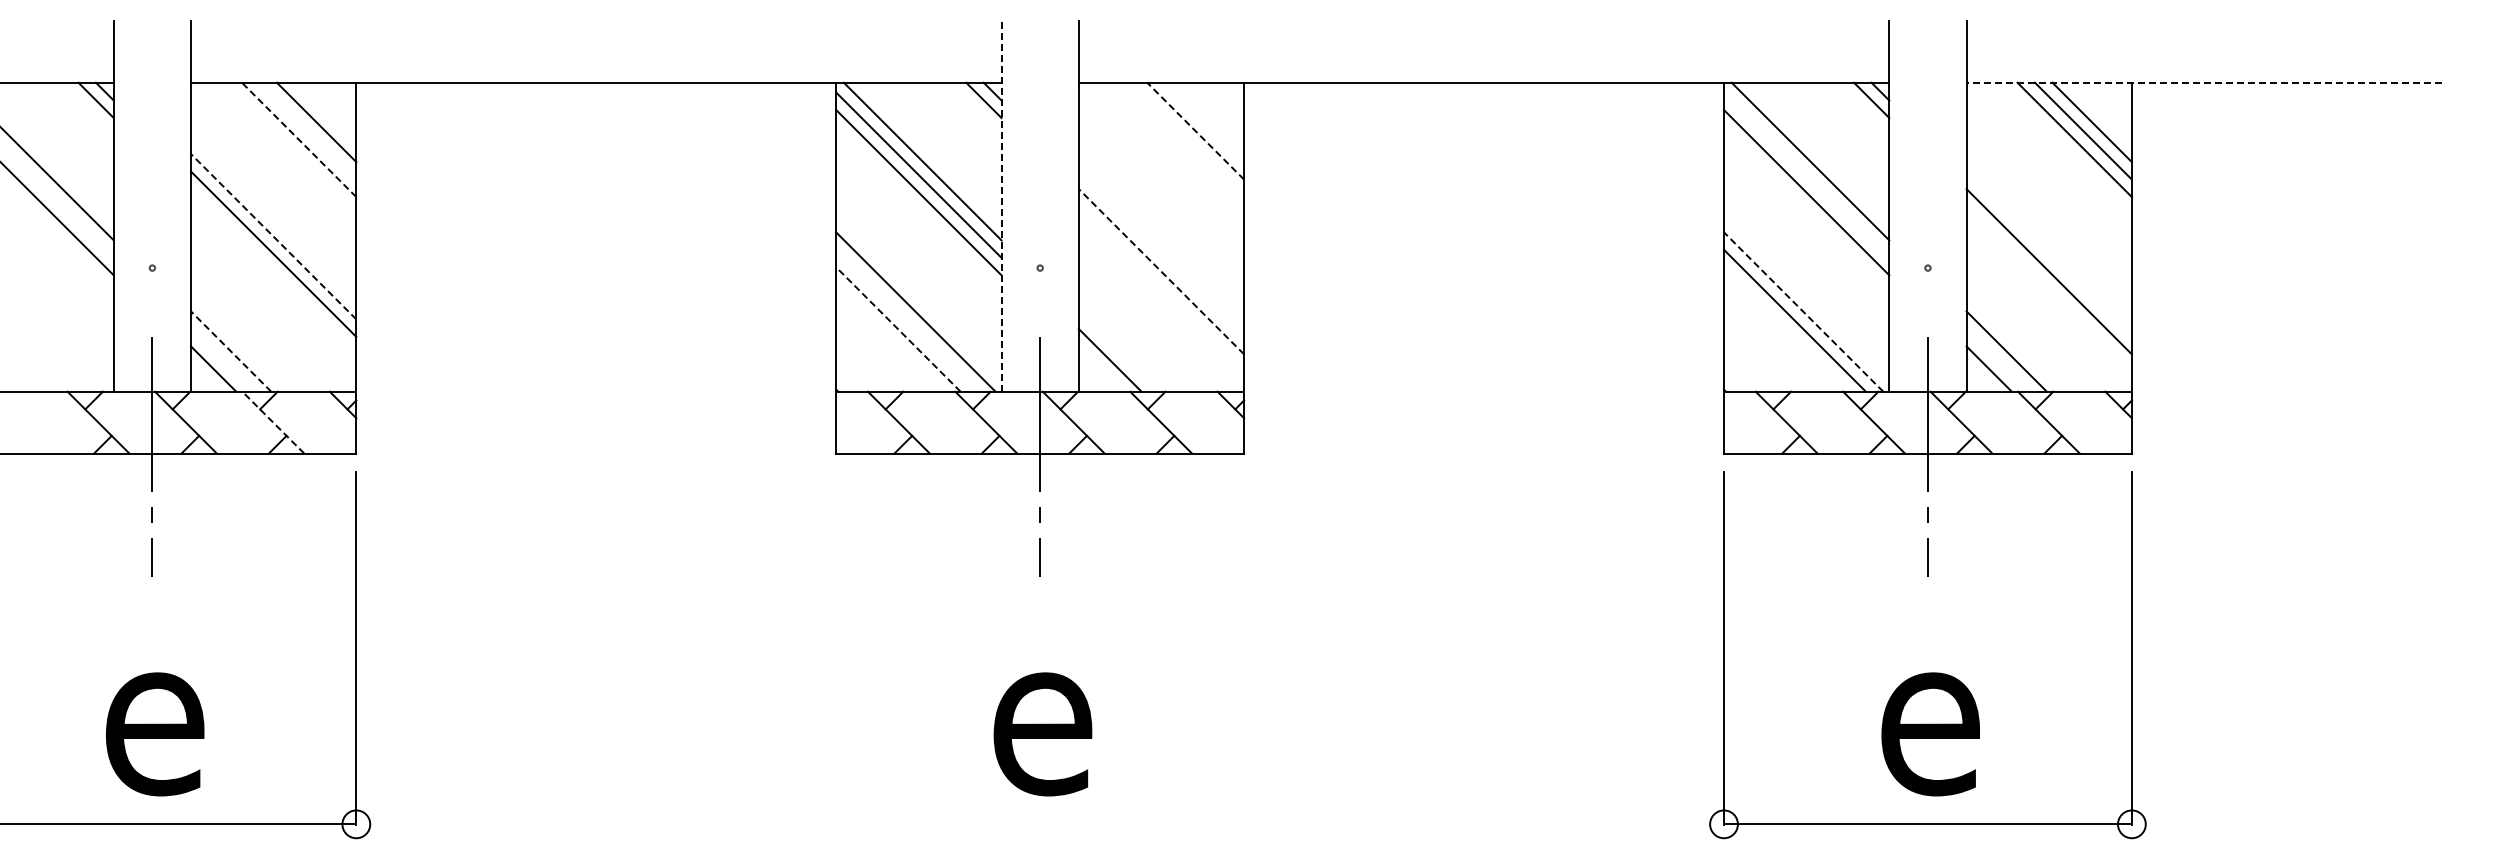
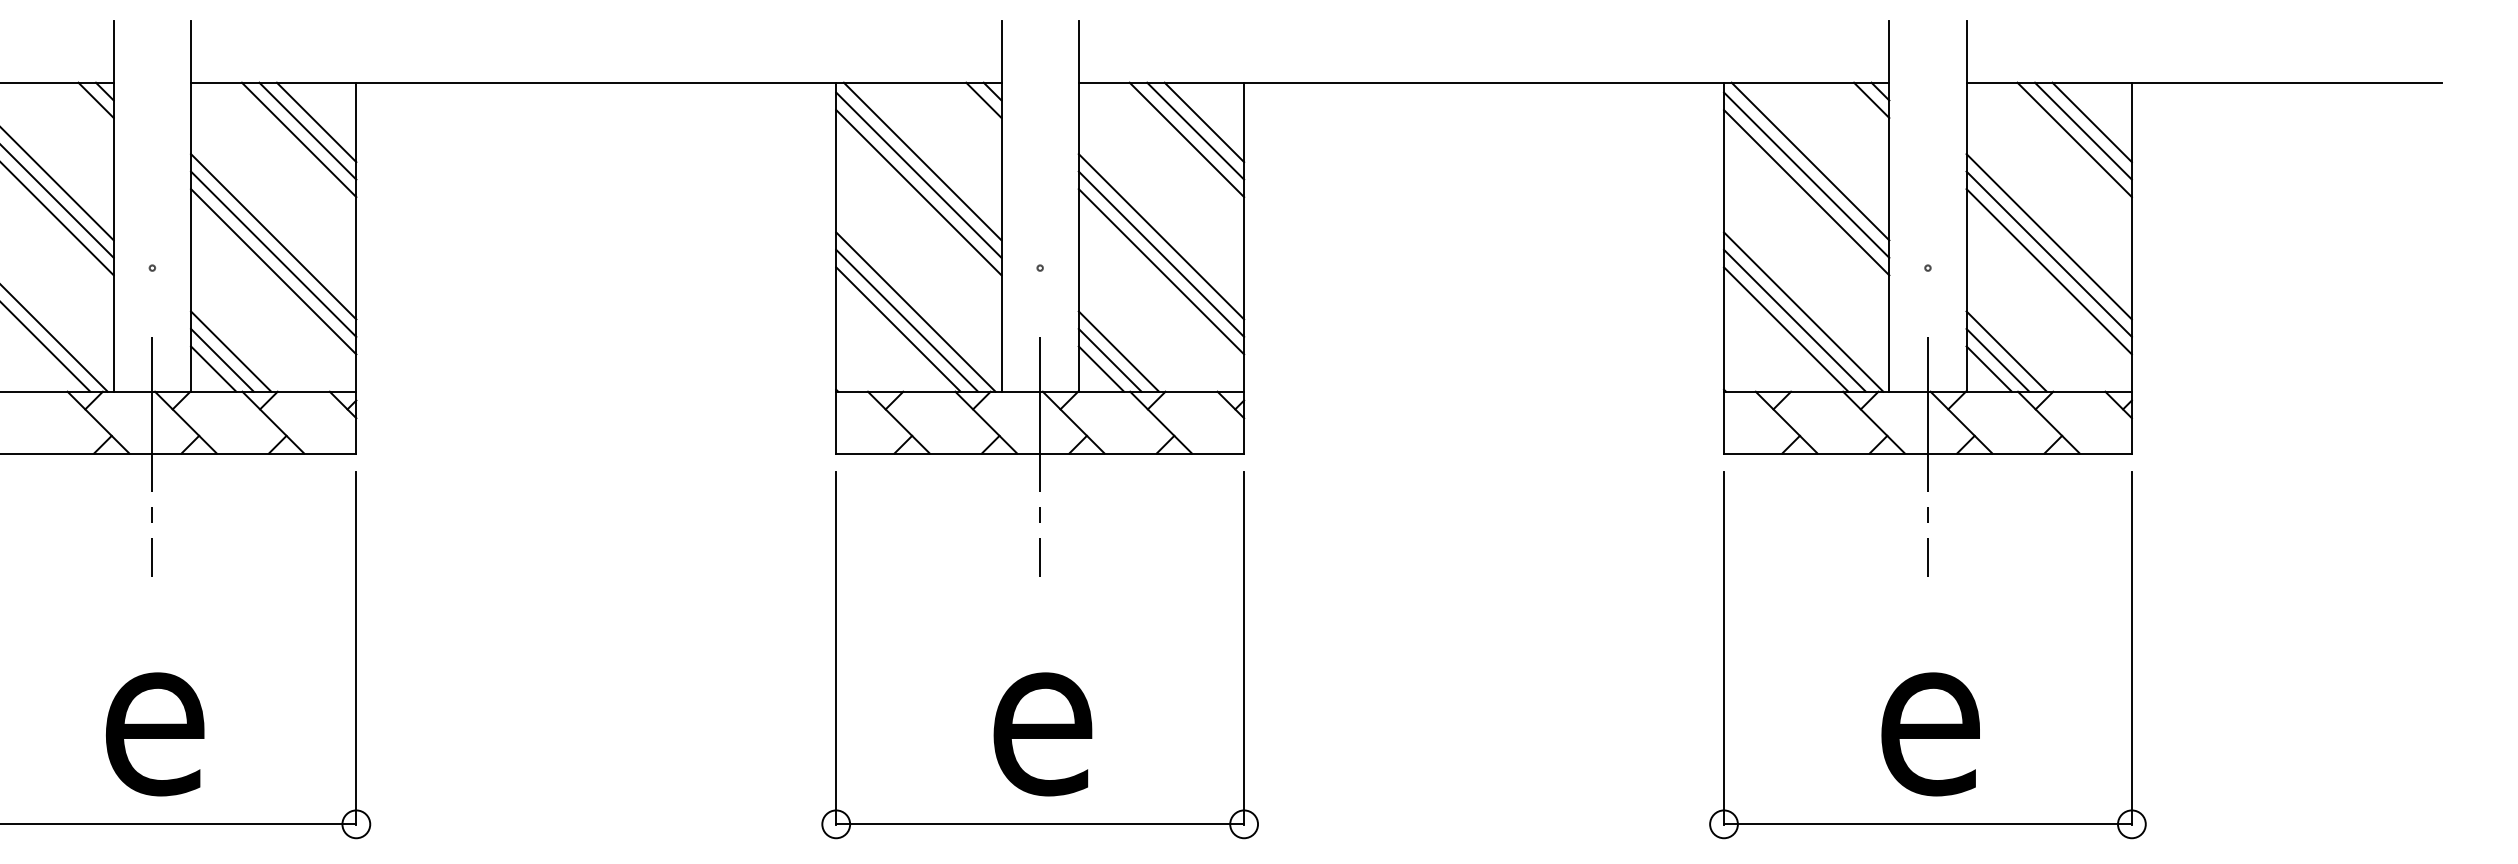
line at (2204, 82): dashed -> solid
line at (1204, 122): none -> present
line at (307, 130): none -> present
line at (1195, 131): dashed -> solid
line at (299, 139): dashed -> solid
line at (1186, 139): none -> present
line at (1806, 174): none -> present
line at (57, 201): none -> present
line at (1001, 205): dashed -> solid
line at (273, 236): dashed -> solid
line at (1161, 236): none -> present
line at (2048, 236): none -> present
line at (1161, 253): none -> present
line at (2048, 253): none -> present
line at (273, 271): none -> present
line at (1161, 271): dashed -> solid
line at (1803, 312): dashed -> solid
line at (907, 320): none -> present
line at (898, 329): dashed -> solid
line at (1786, 329): none -> present
line at (54, 338): none -> present
line at (46, 347): none -> present
line at (231, 351): dashed -> solid
line at (1118, 351): none -> present
line at (222, 359): none -> present
line at (1997, 359): none -> present
line at (1101, 368): none -> present
line at (273, 422): dashed -> solid
part at (1039, 823): none -> present
